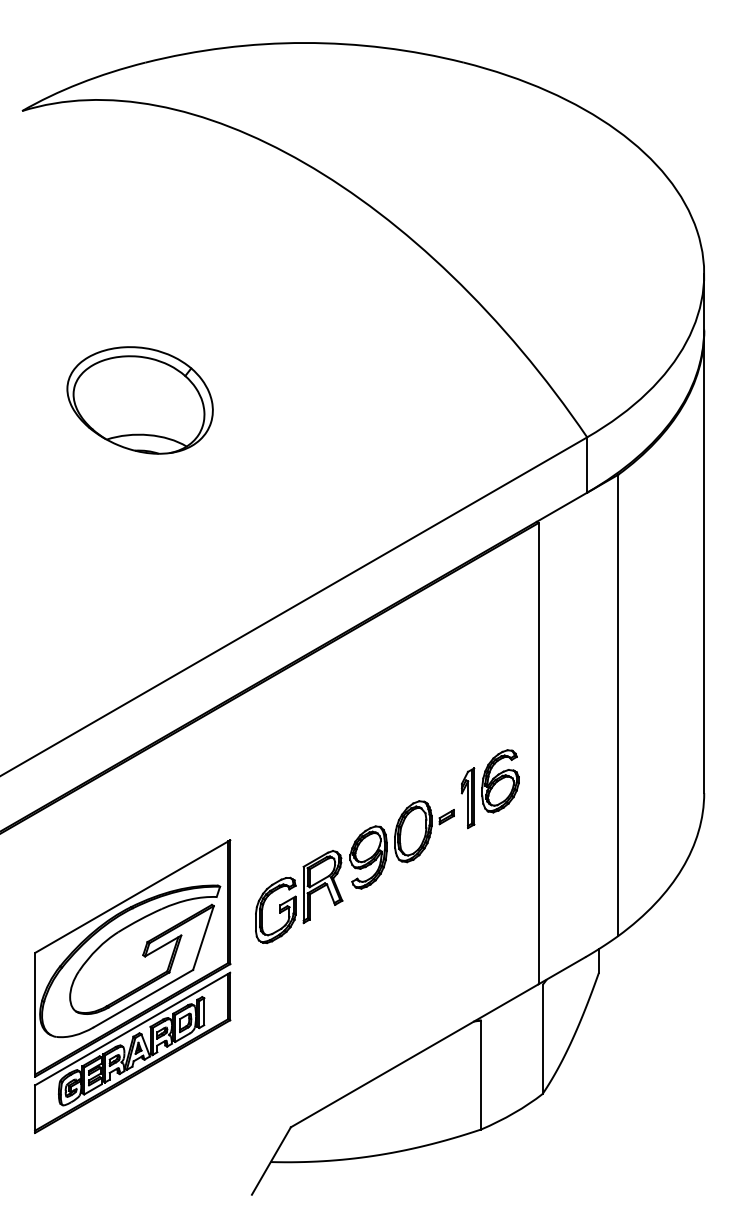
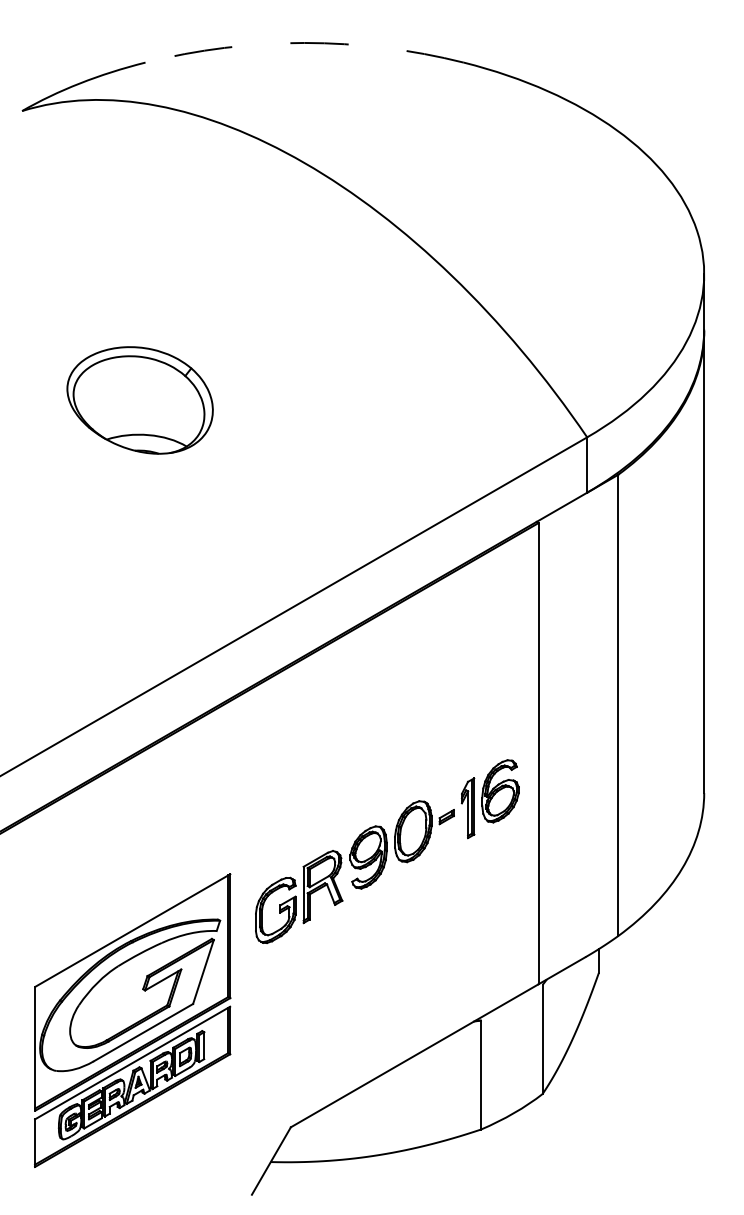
arc at (304, 42): solid -> dashed
part at (489, 789) position: (489, 789) -> (489, 799)
part at (132, 986) position: (132, 986) -> (132, 1020)
